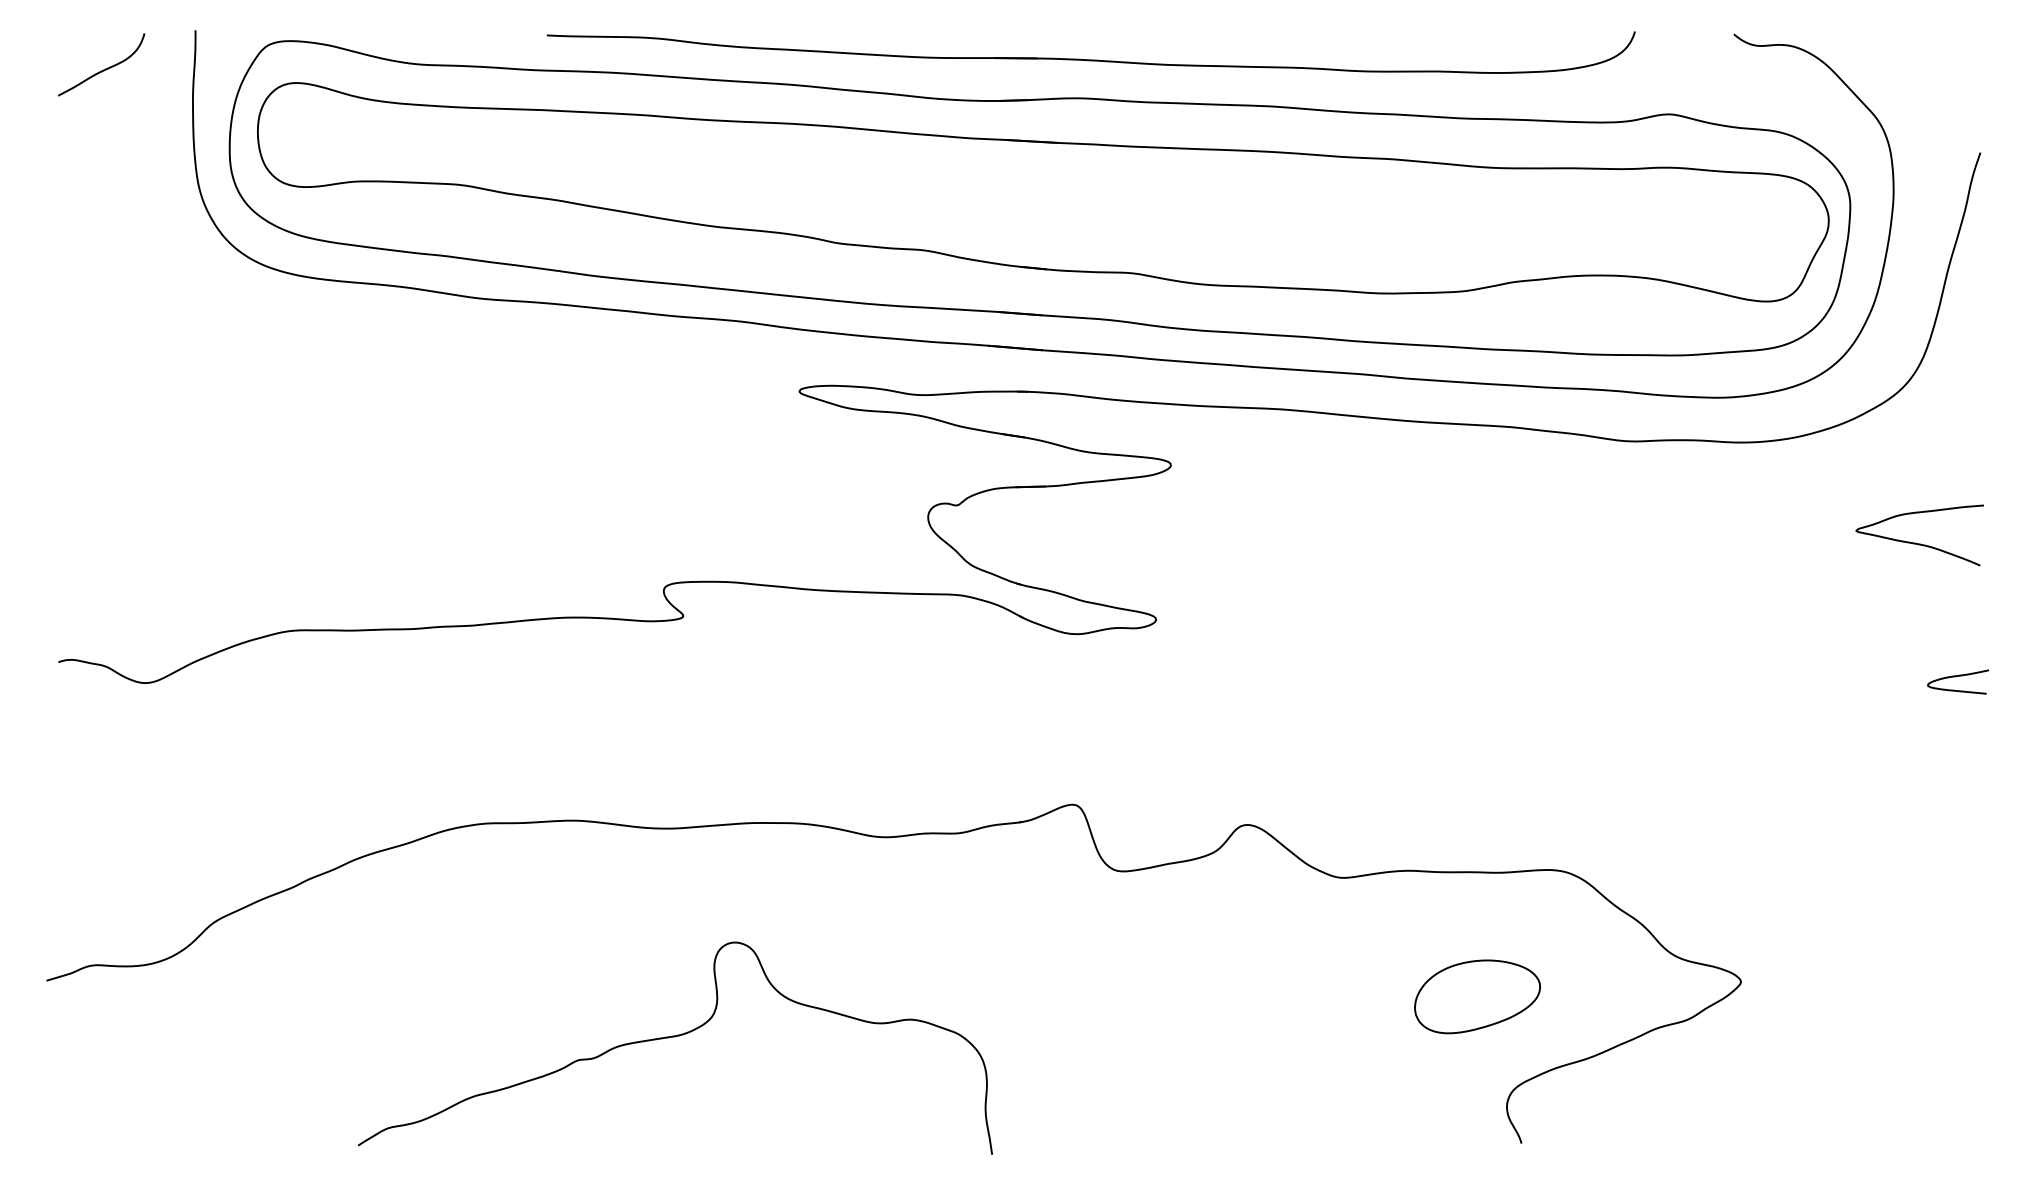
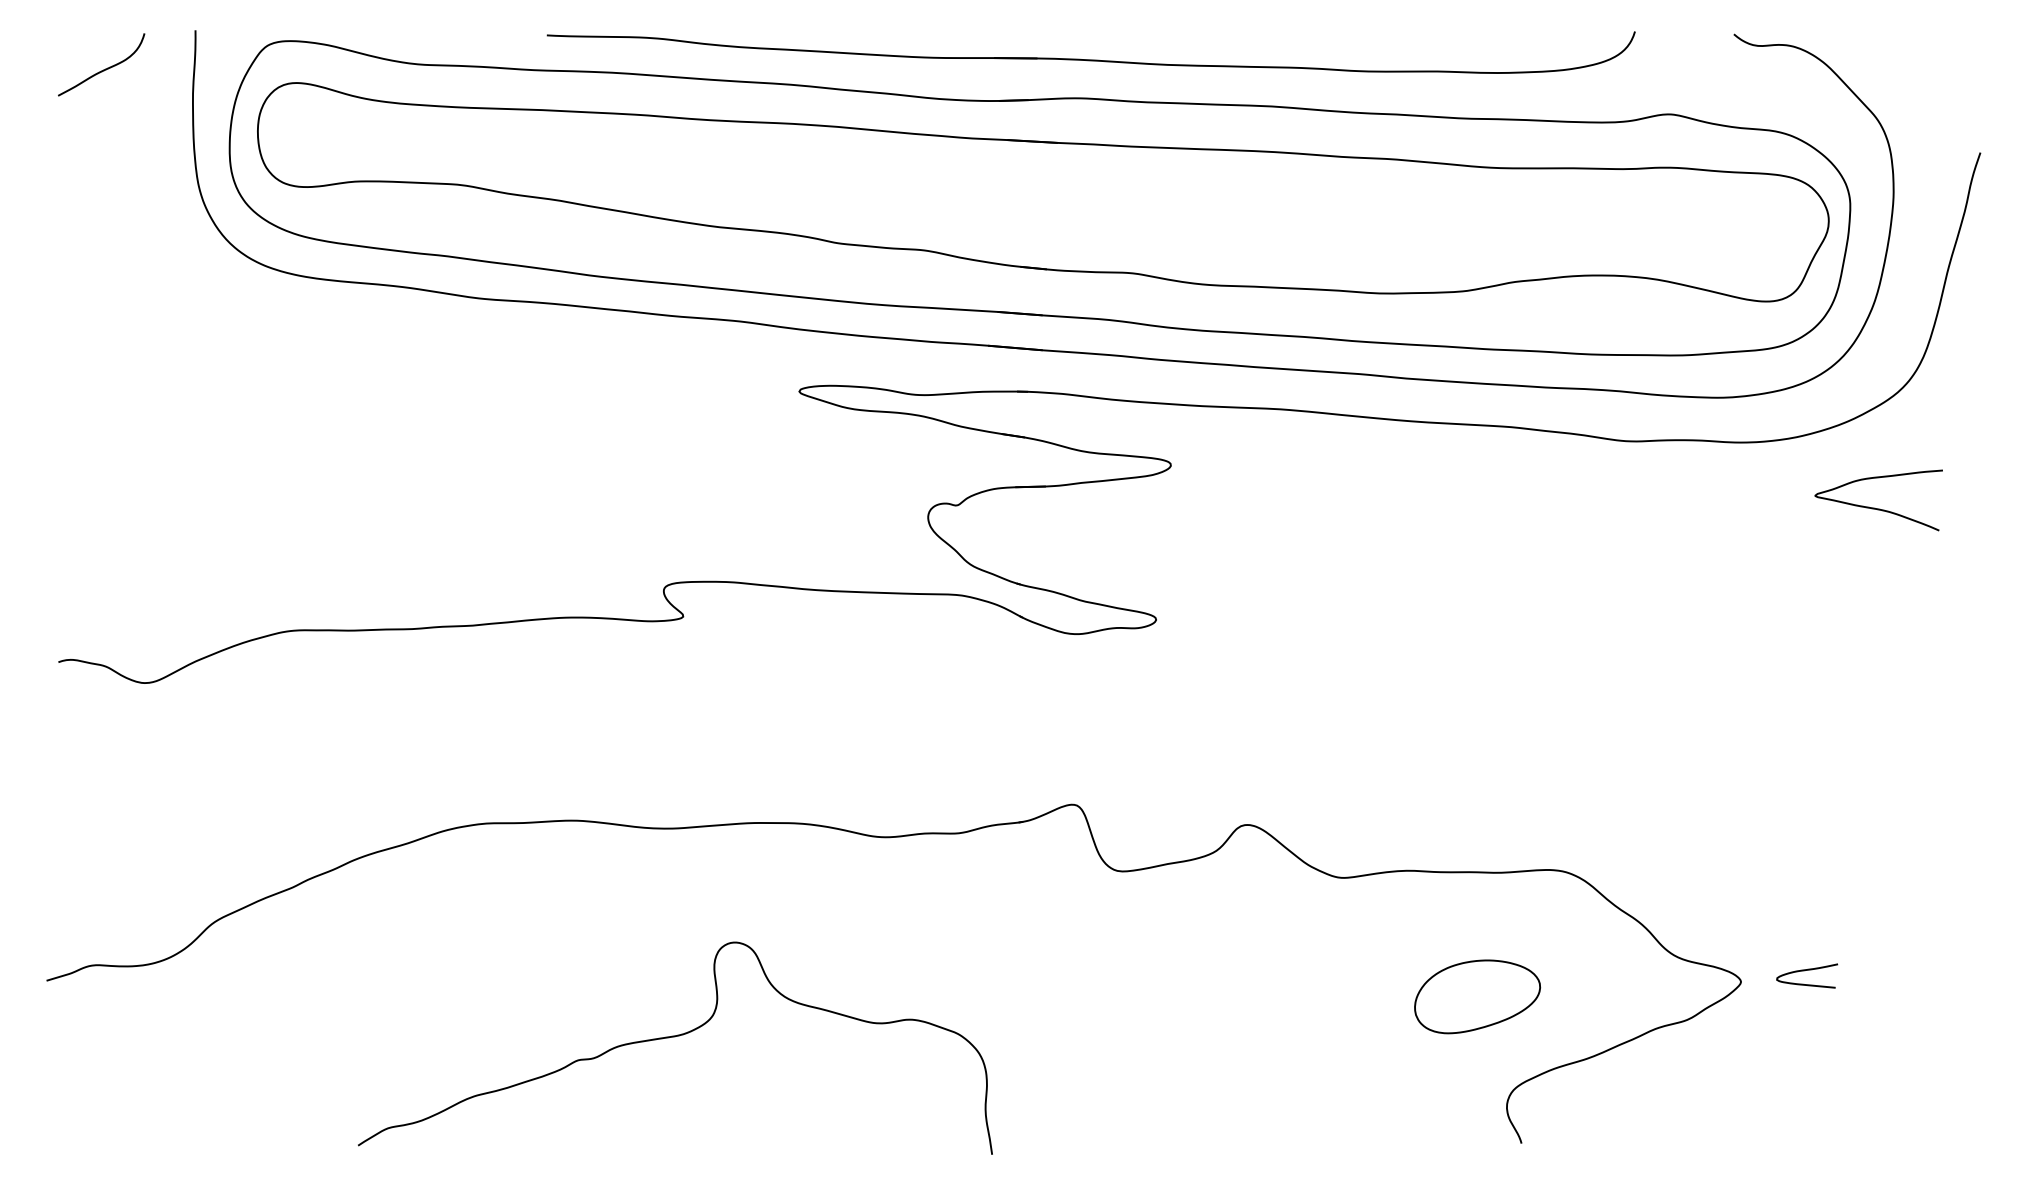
curve at (1919, 543) position: (1919, 543) -> (1878, 508)
curve at (1958, 676) position: (1958, 676) -> (1807, 970)
